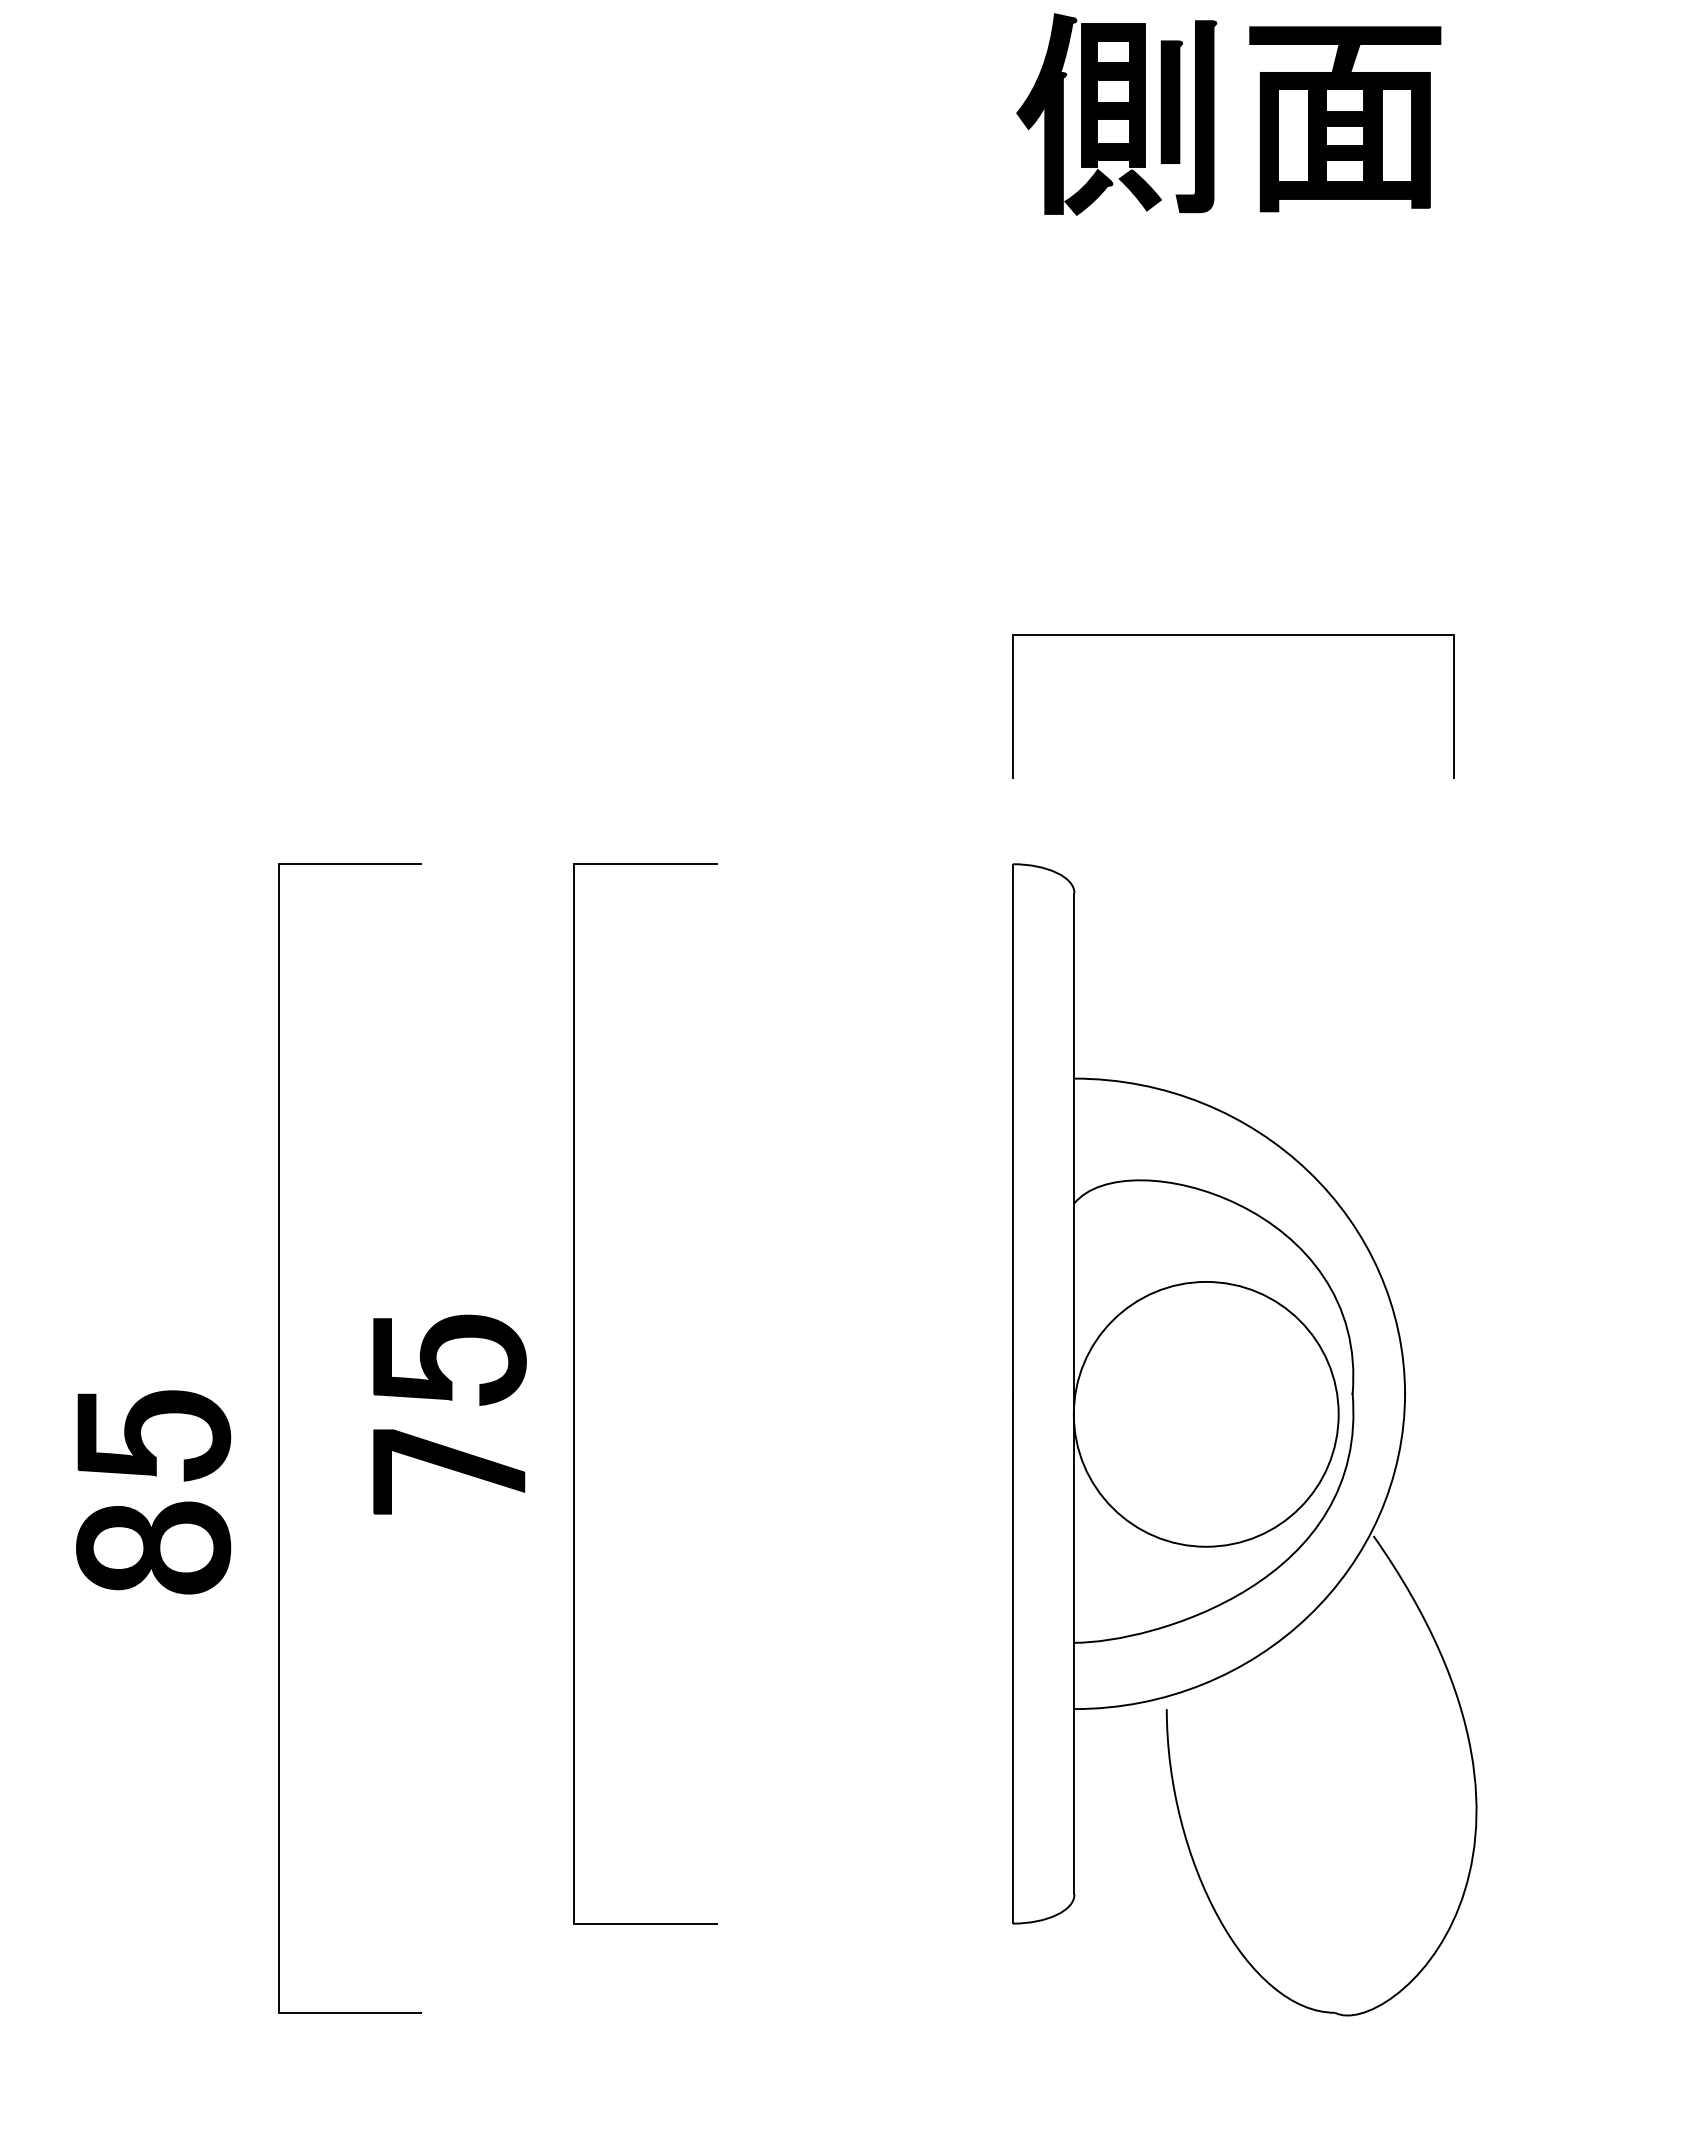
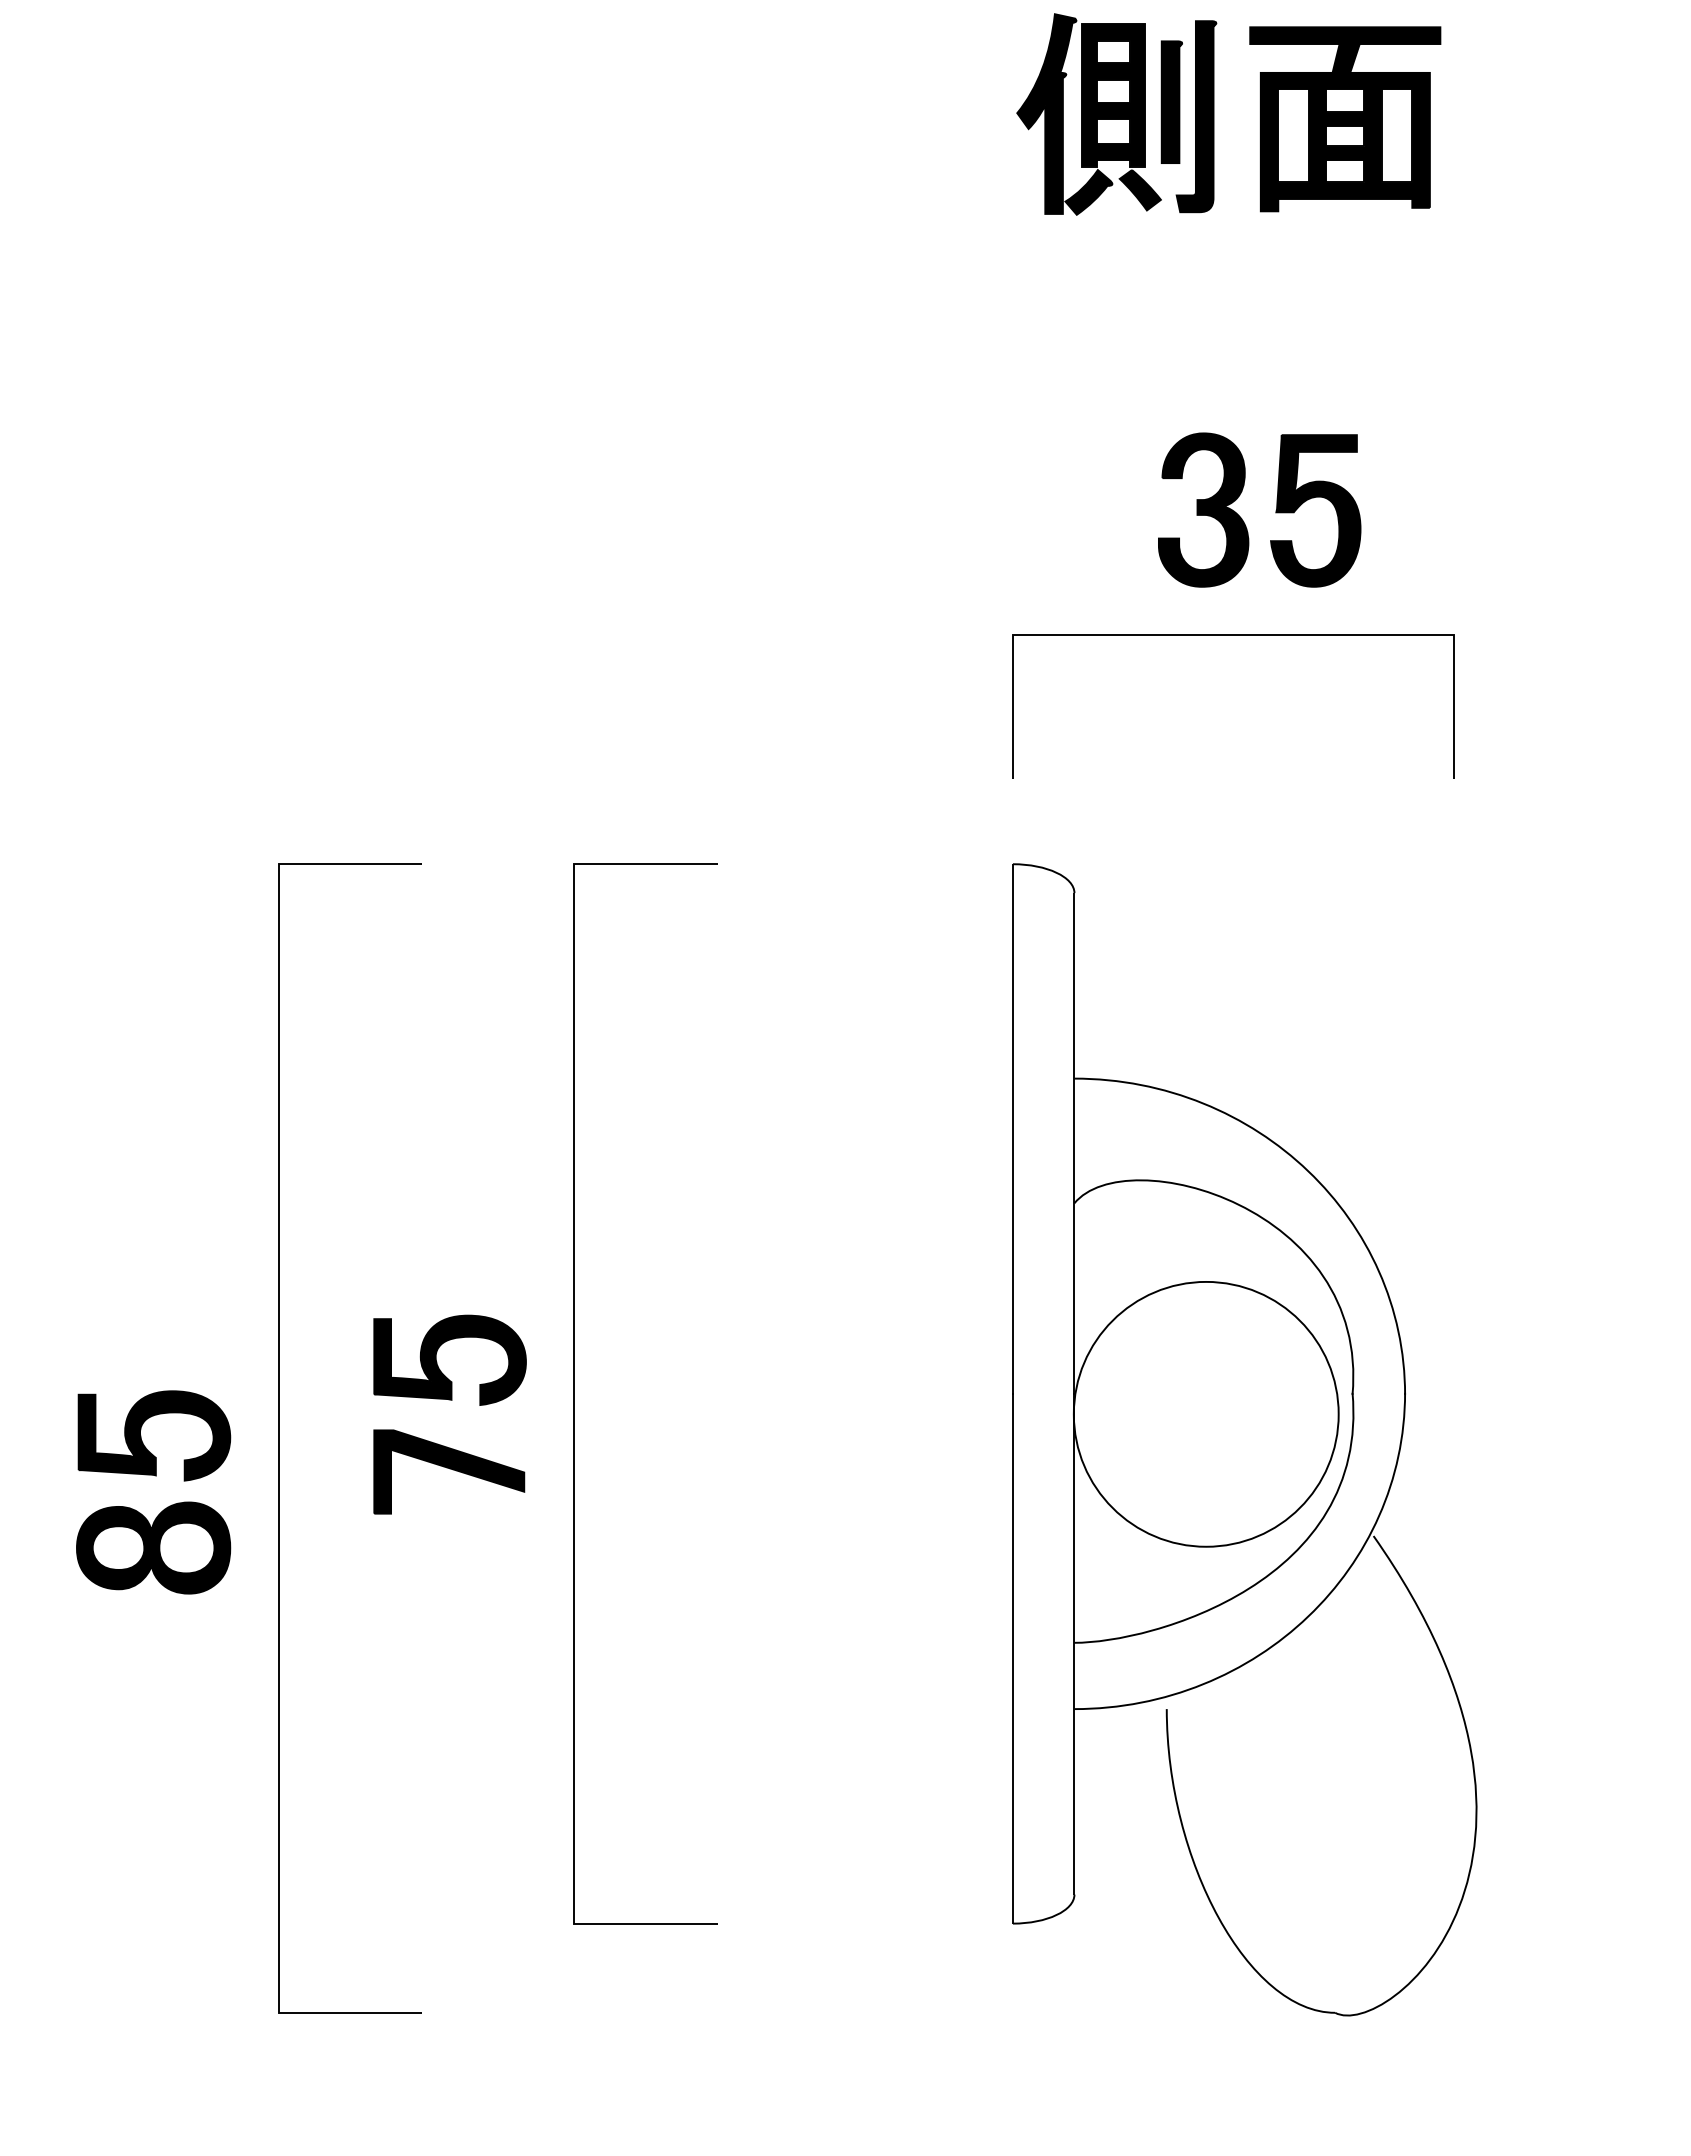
part at (1275, 510): none -> present
